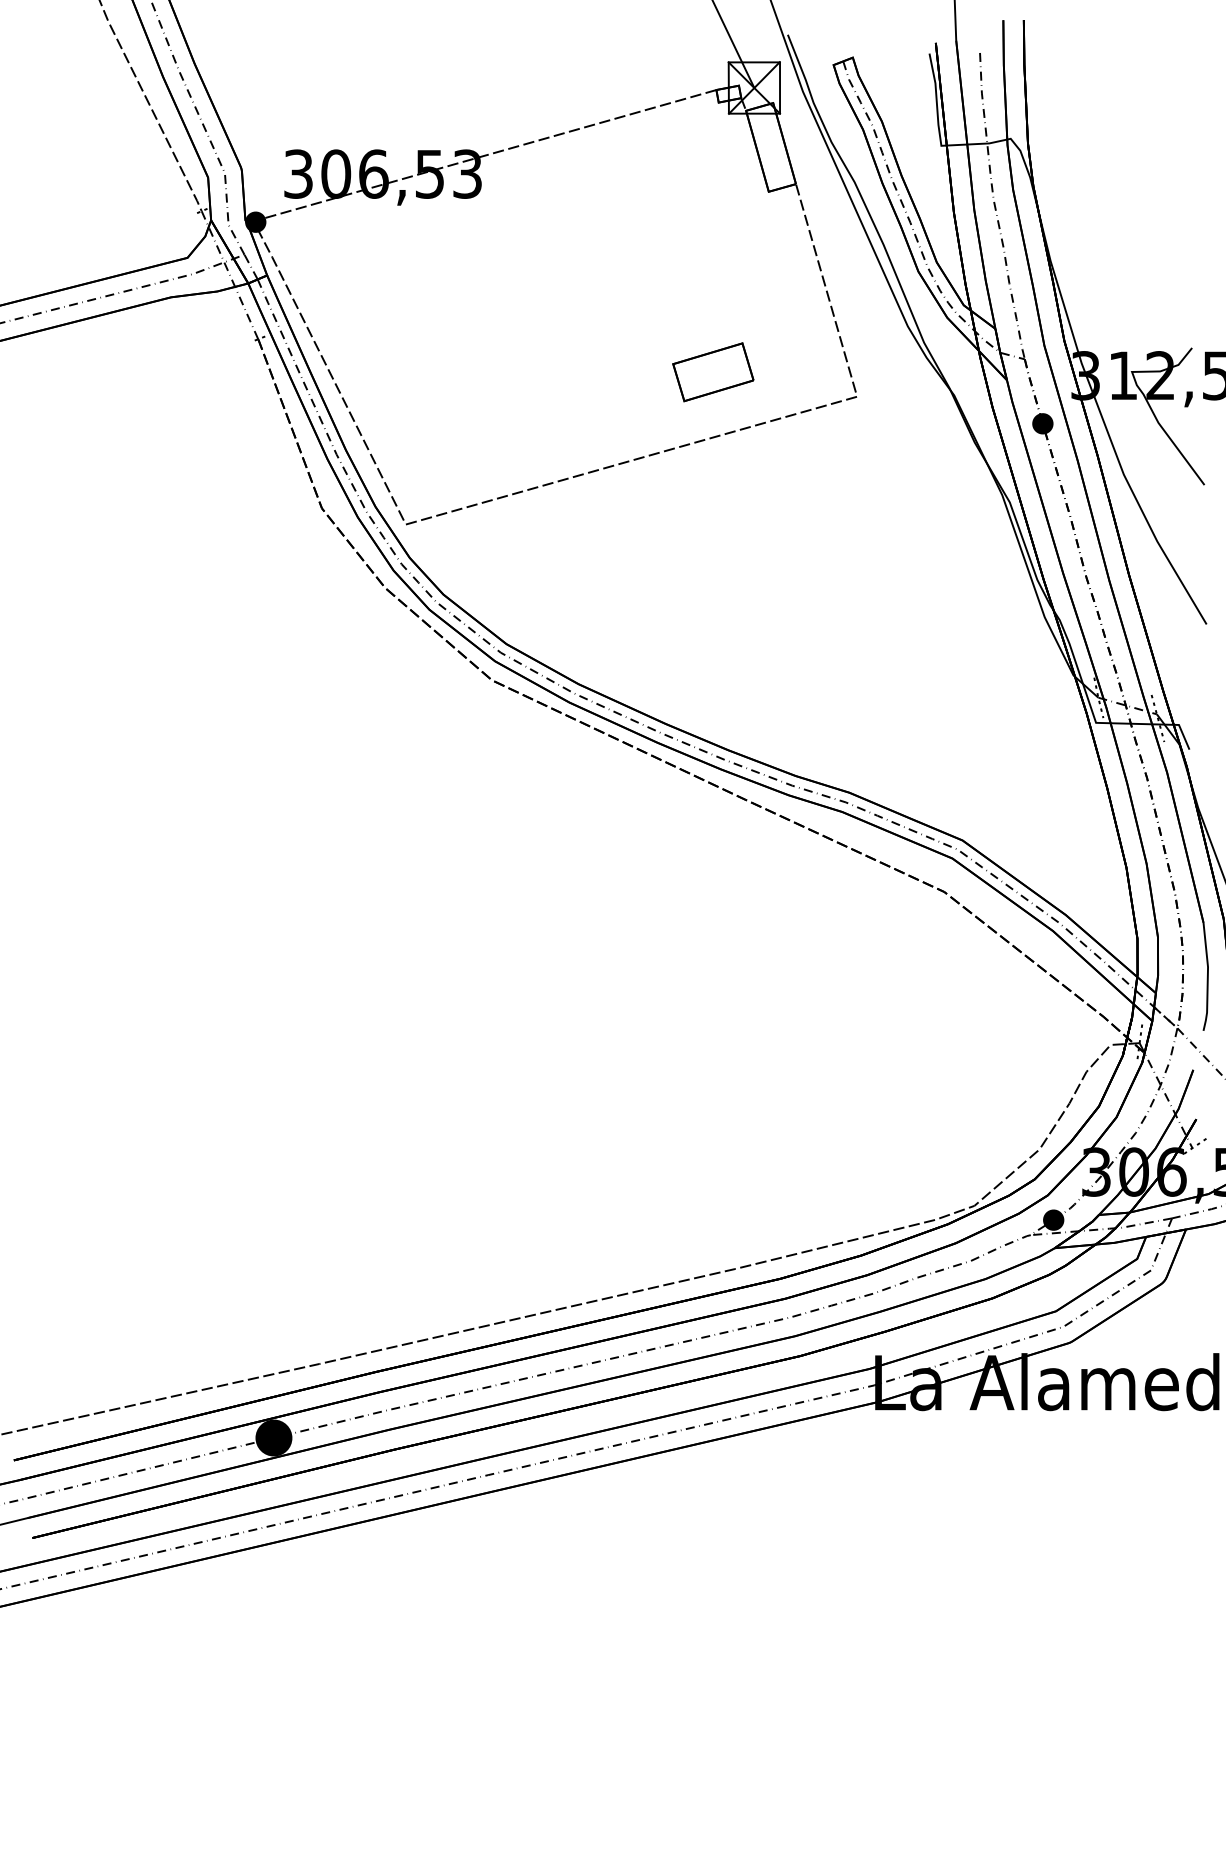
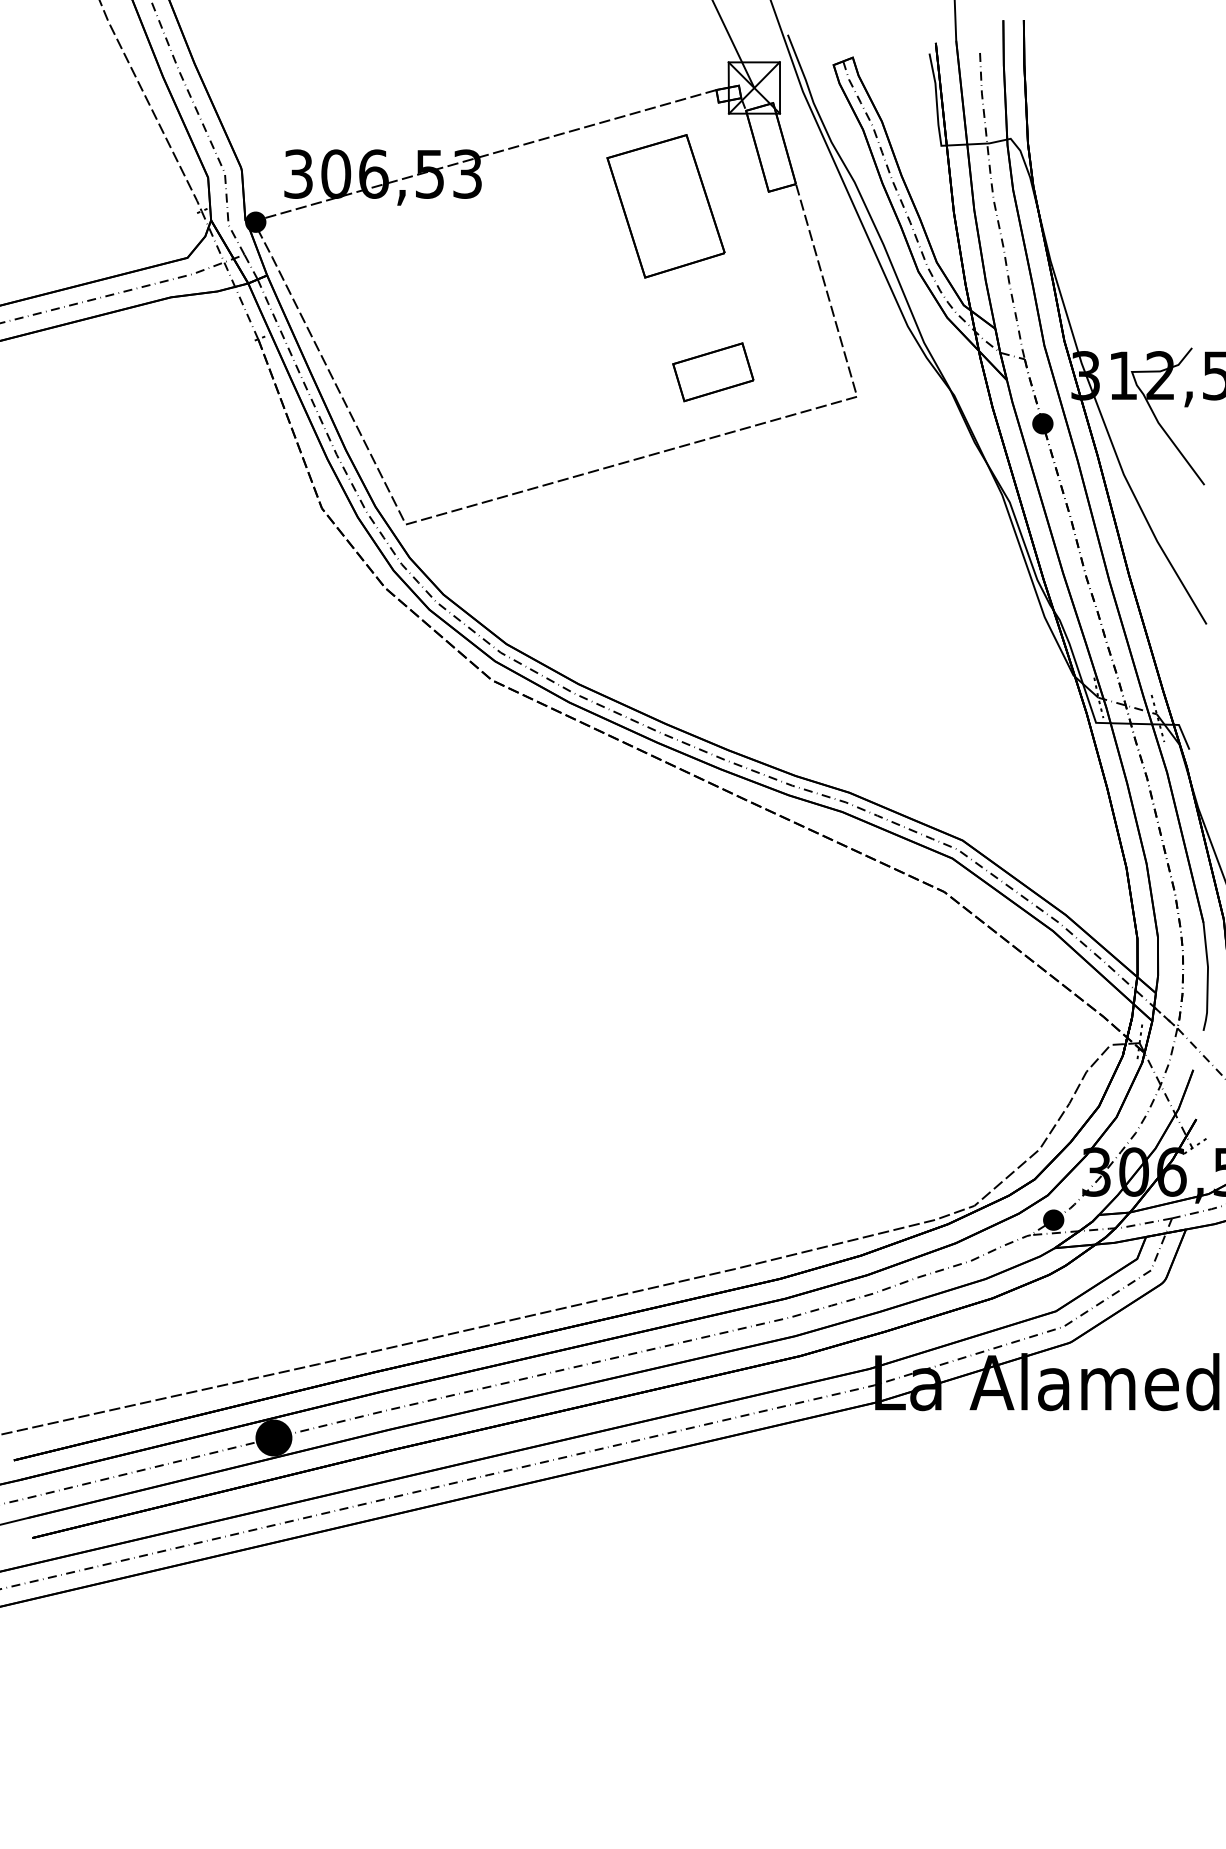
part at (665, 206): none -> present
